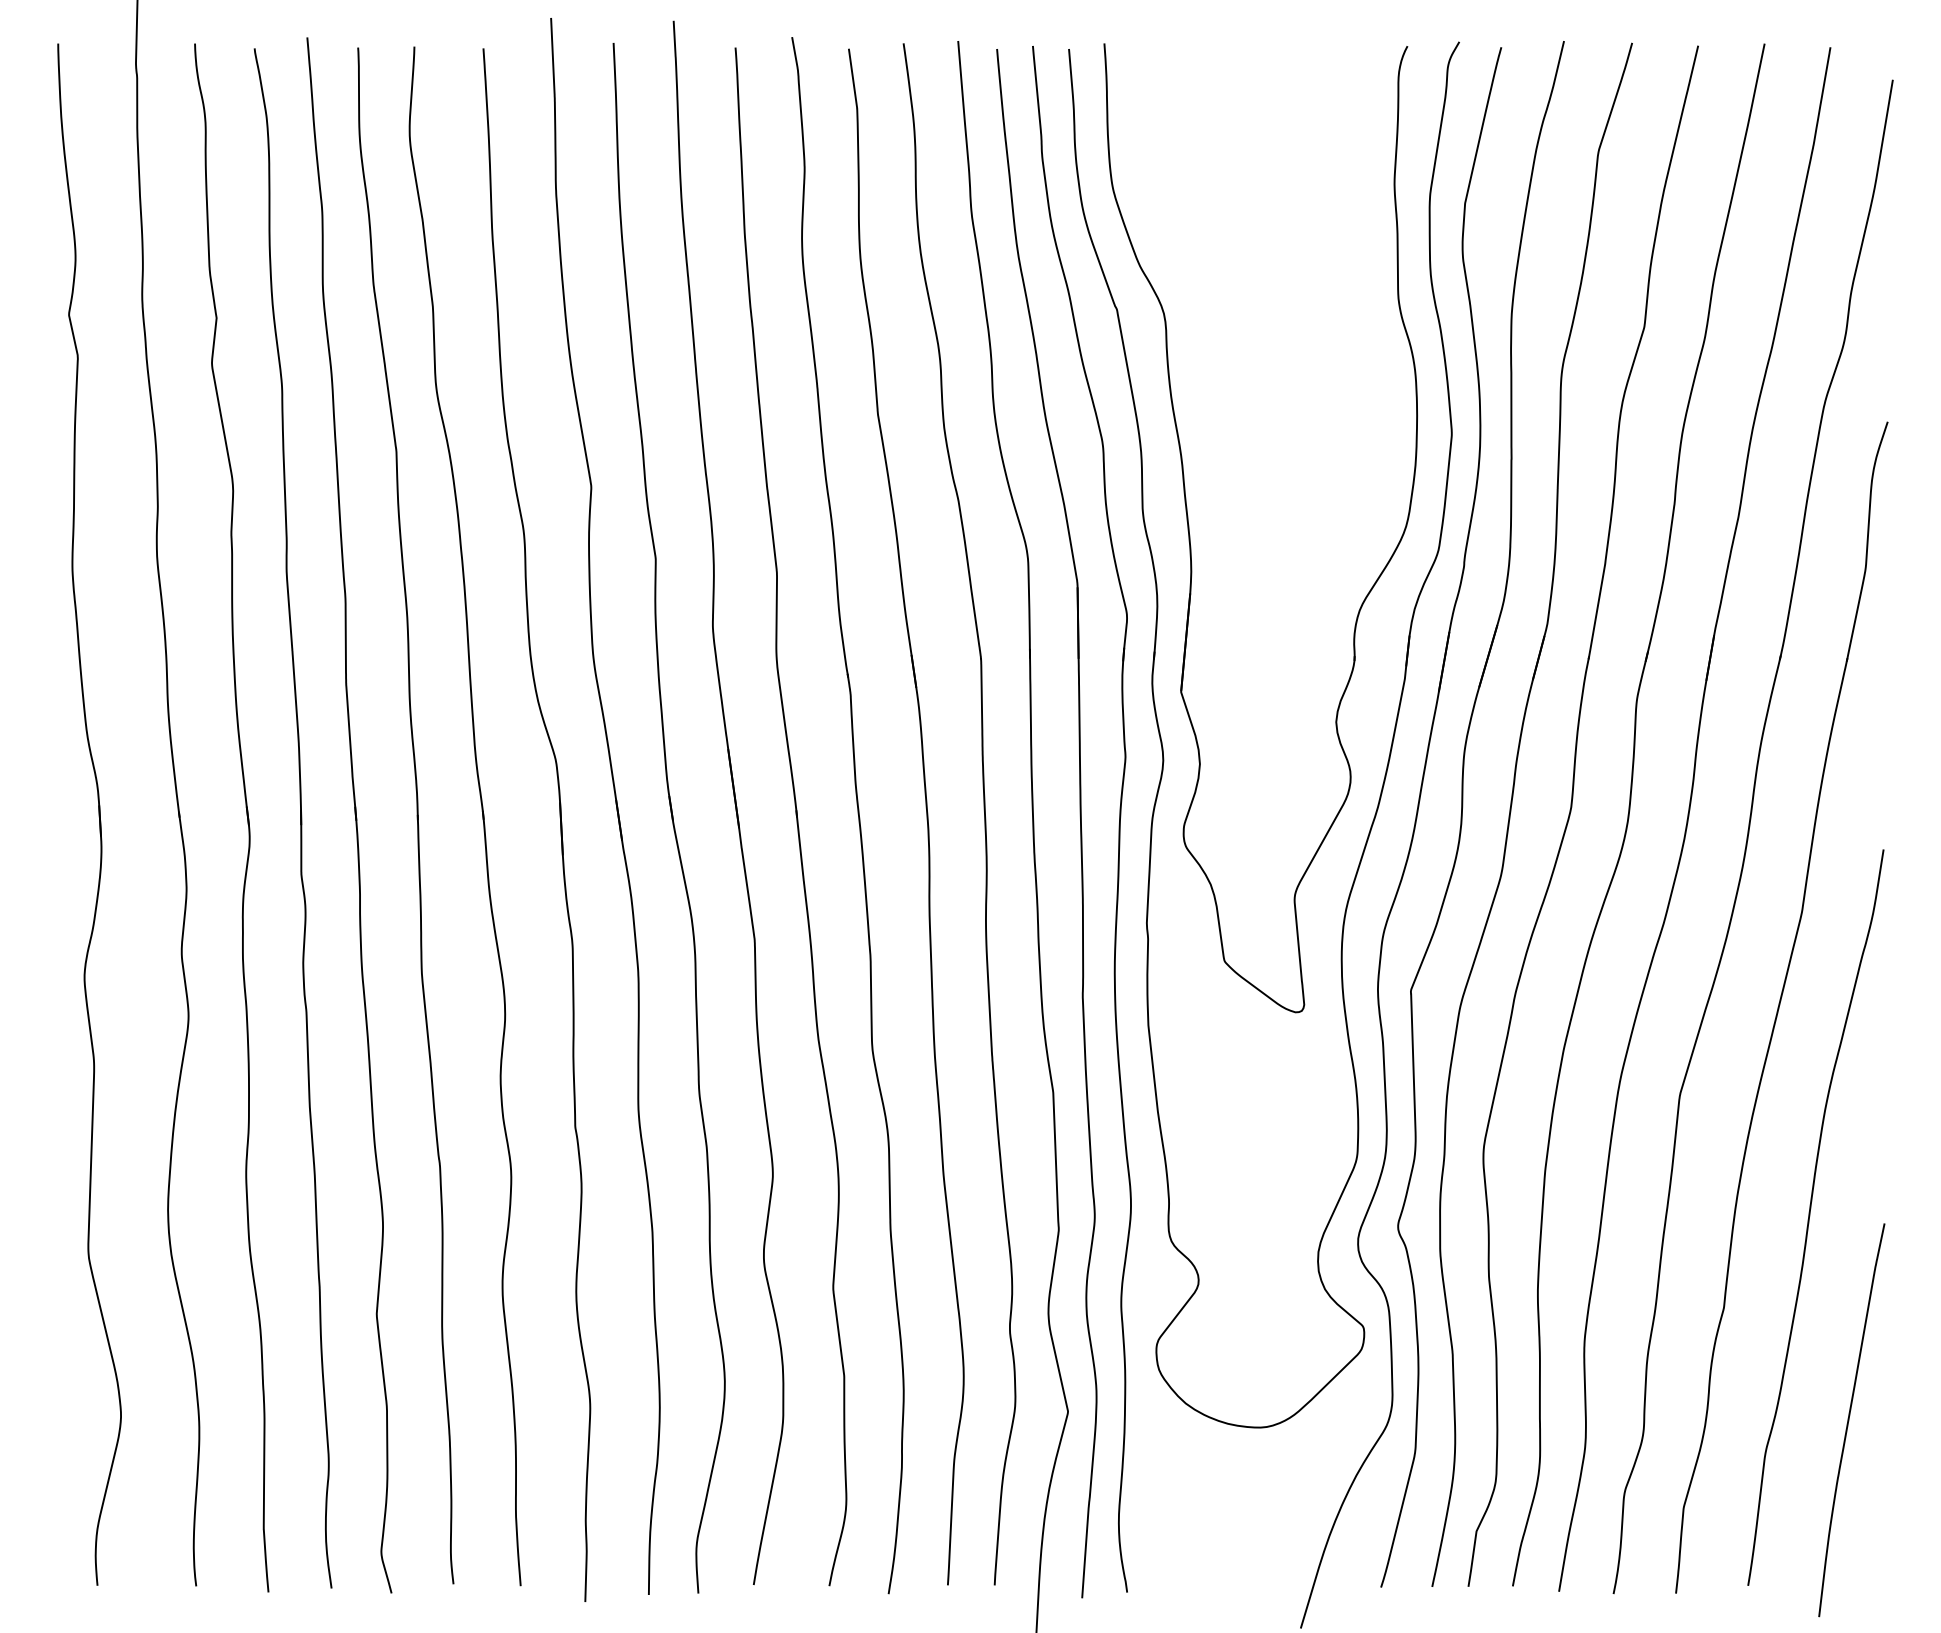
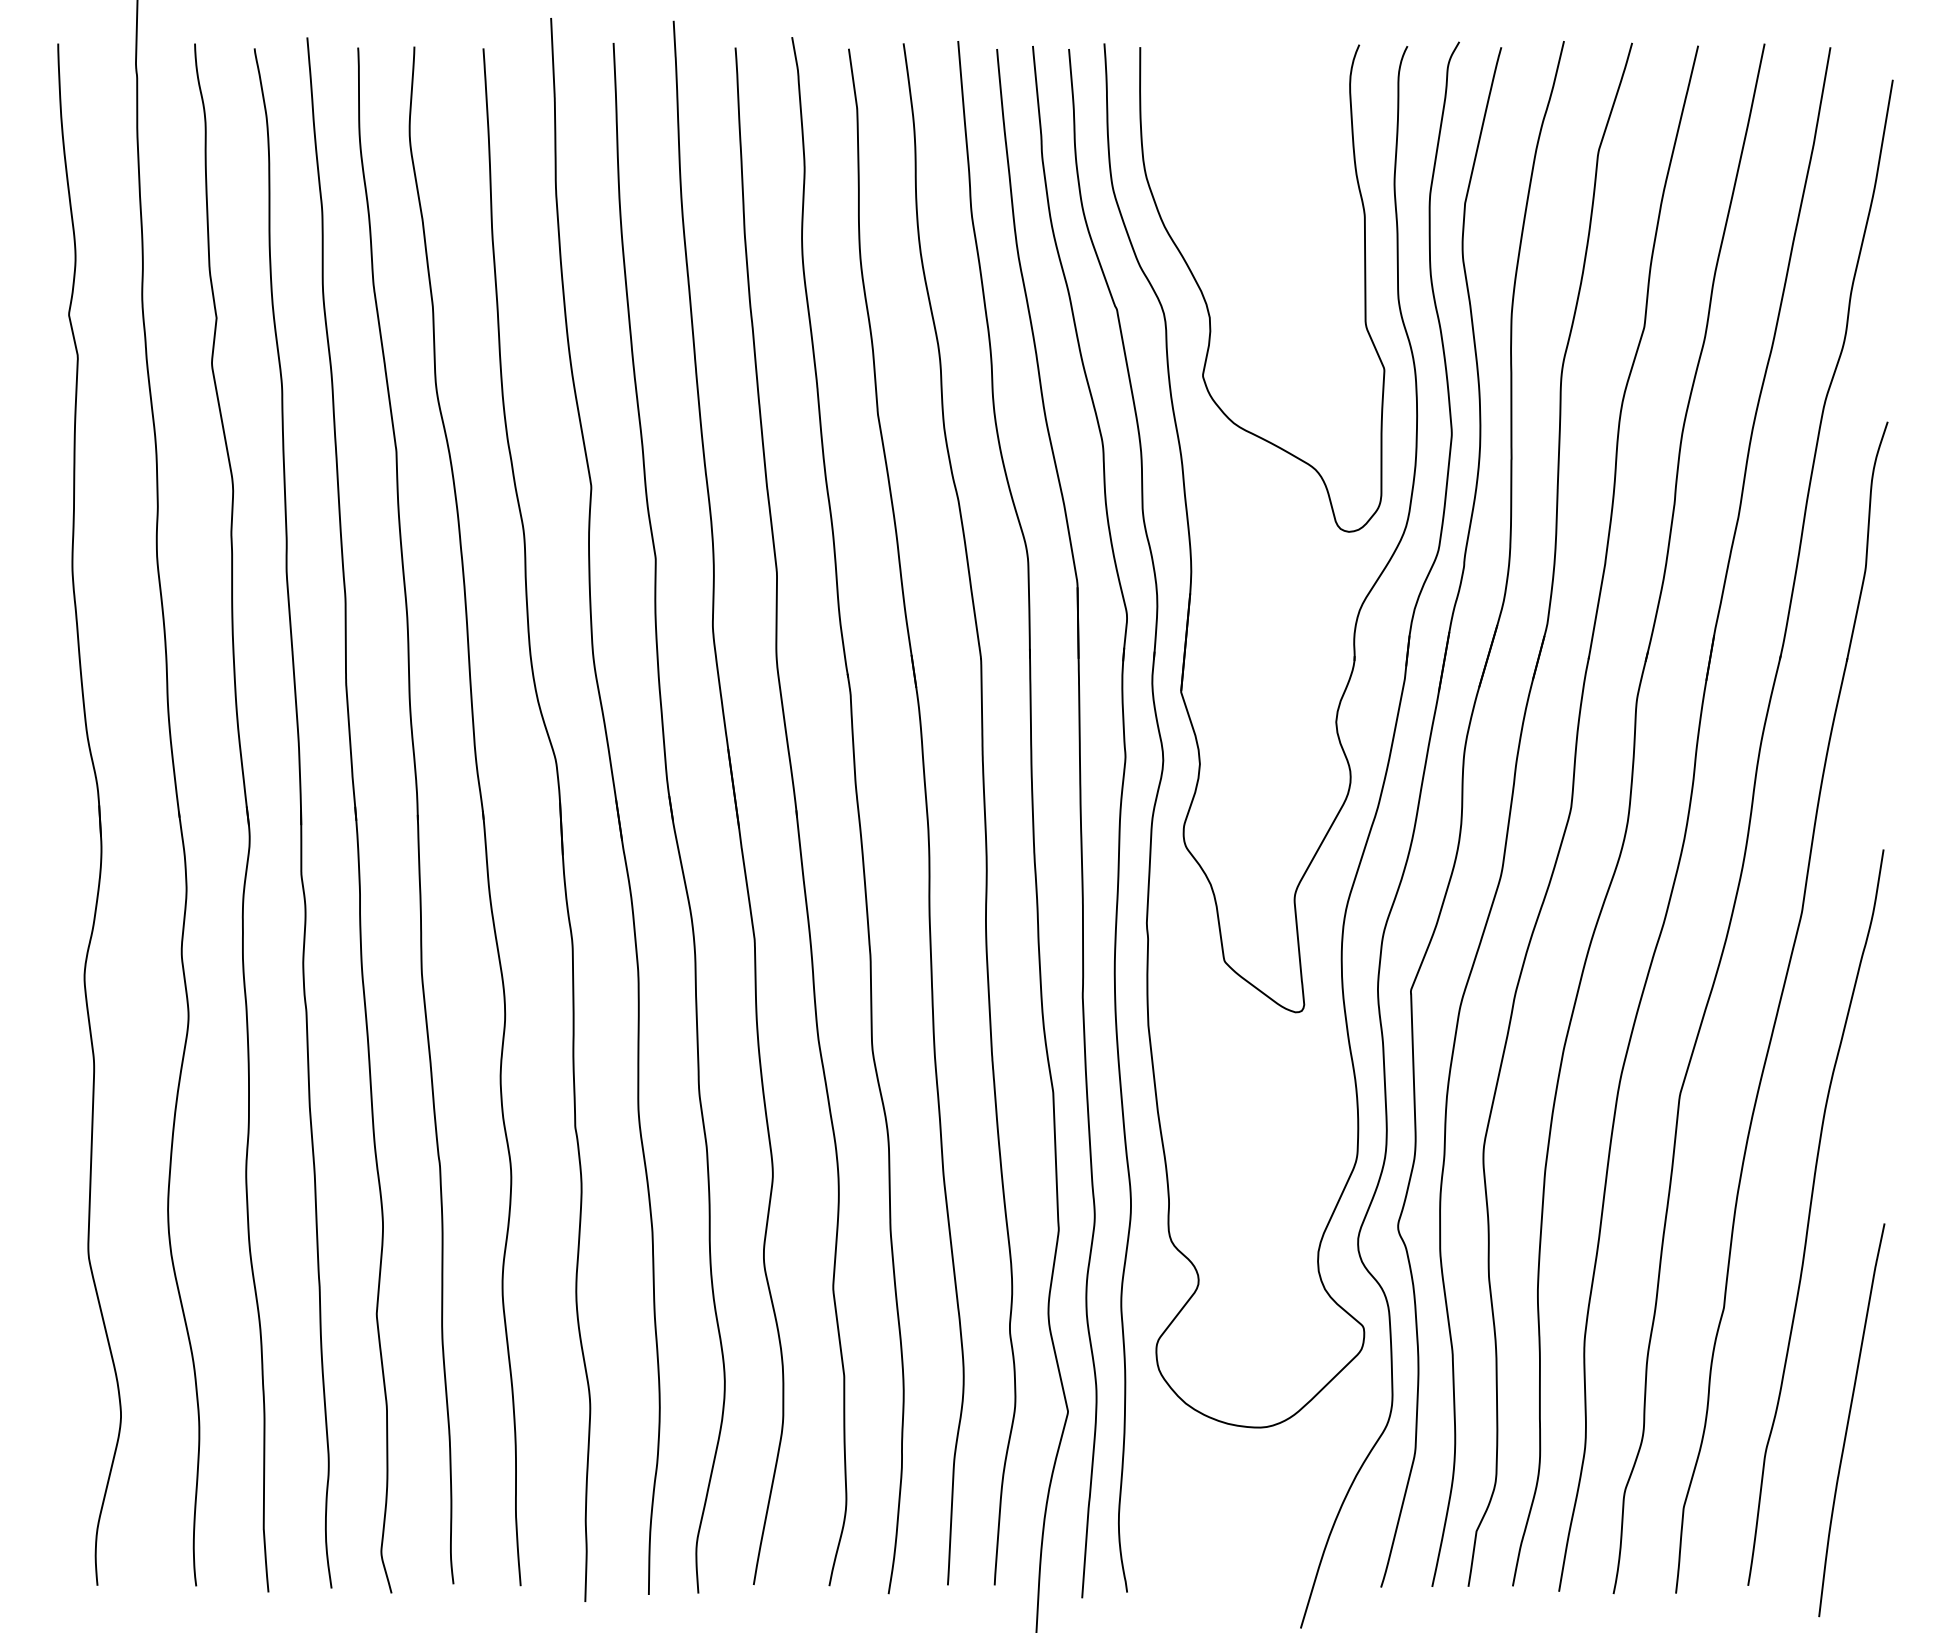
curve at (1207, 303): none -> present
